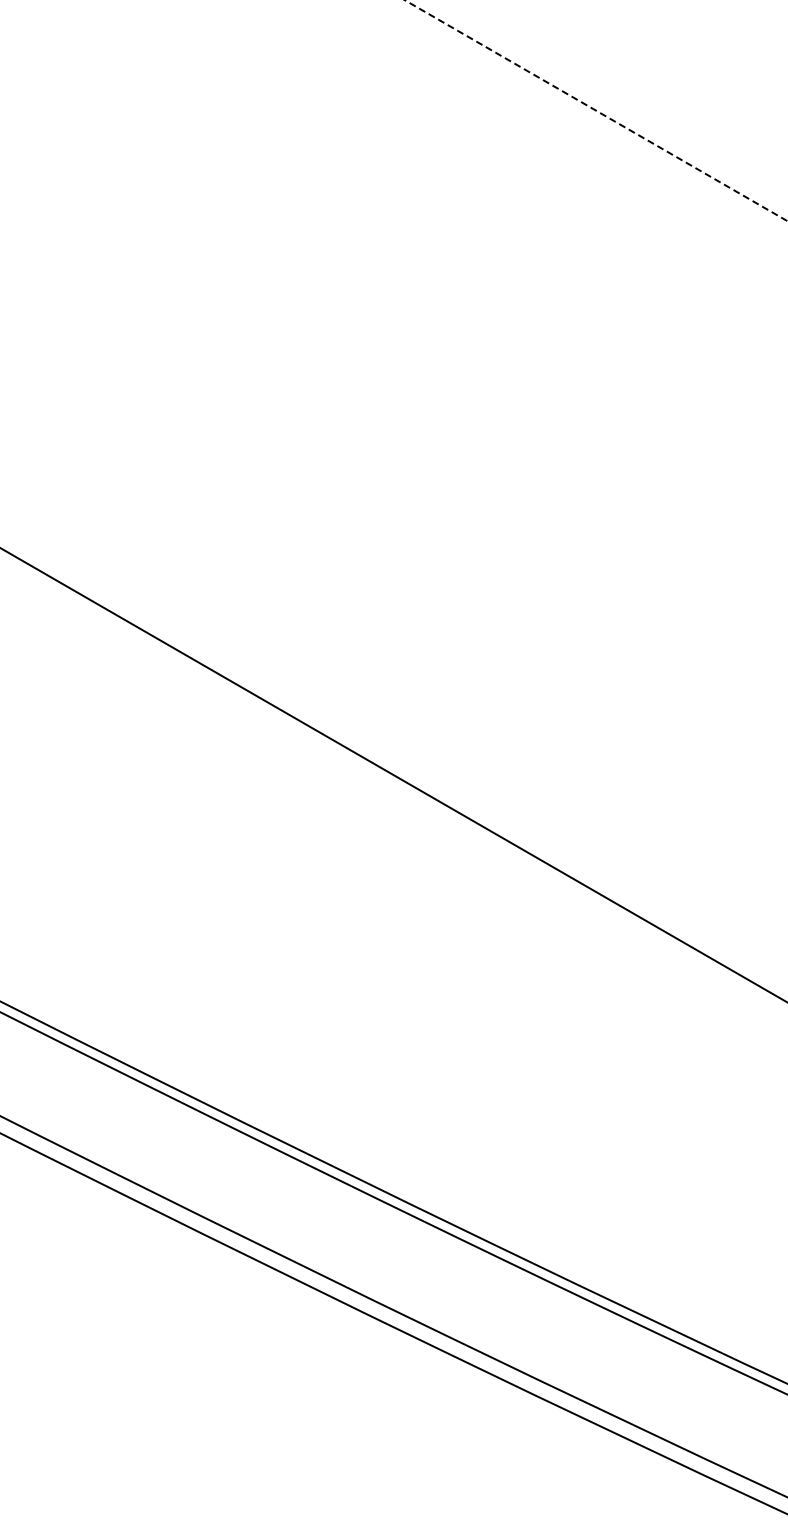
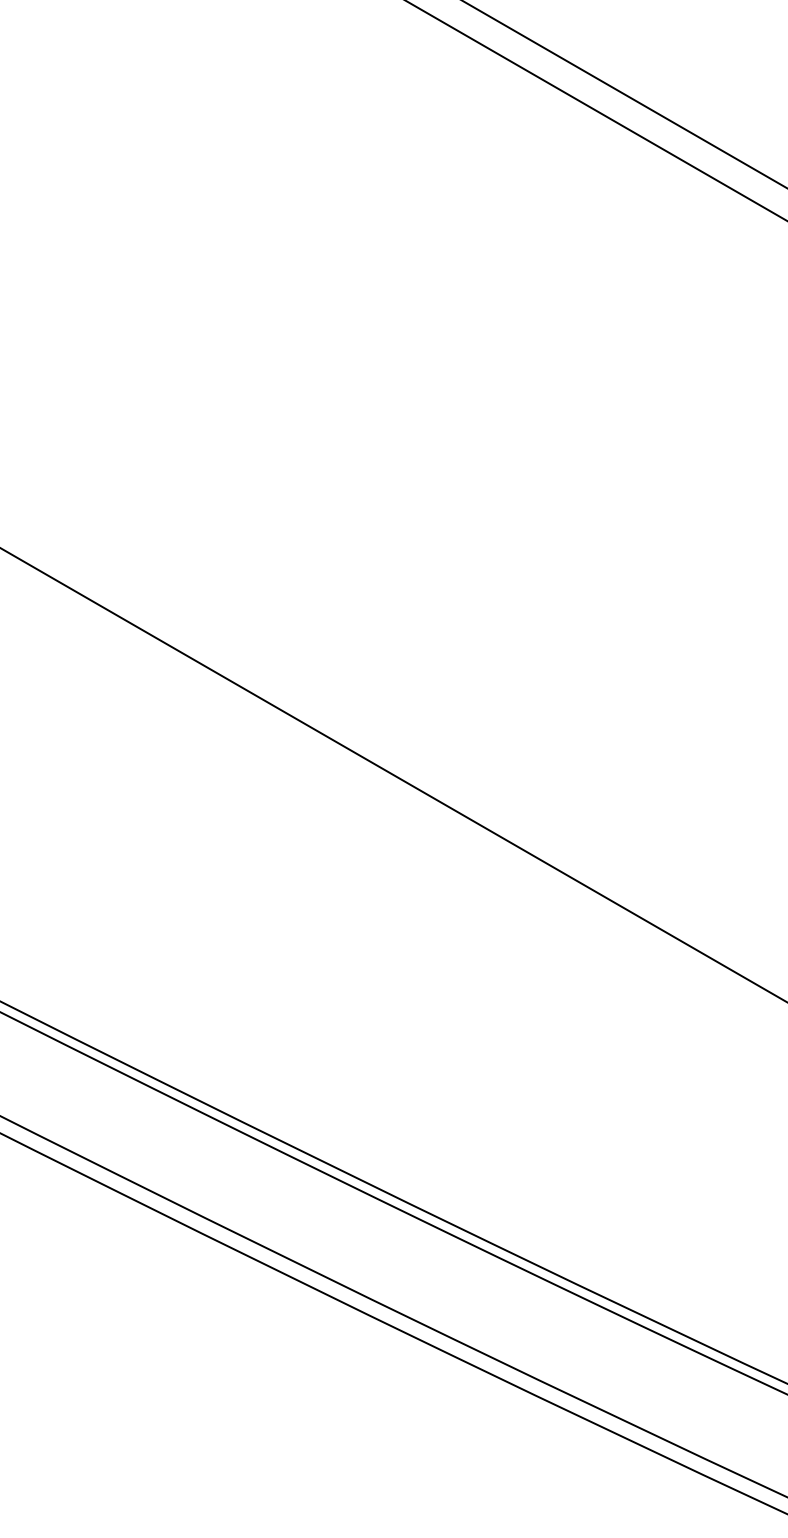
line at (624, 94): none -> present
line at (596, 110): dashed -> solid
